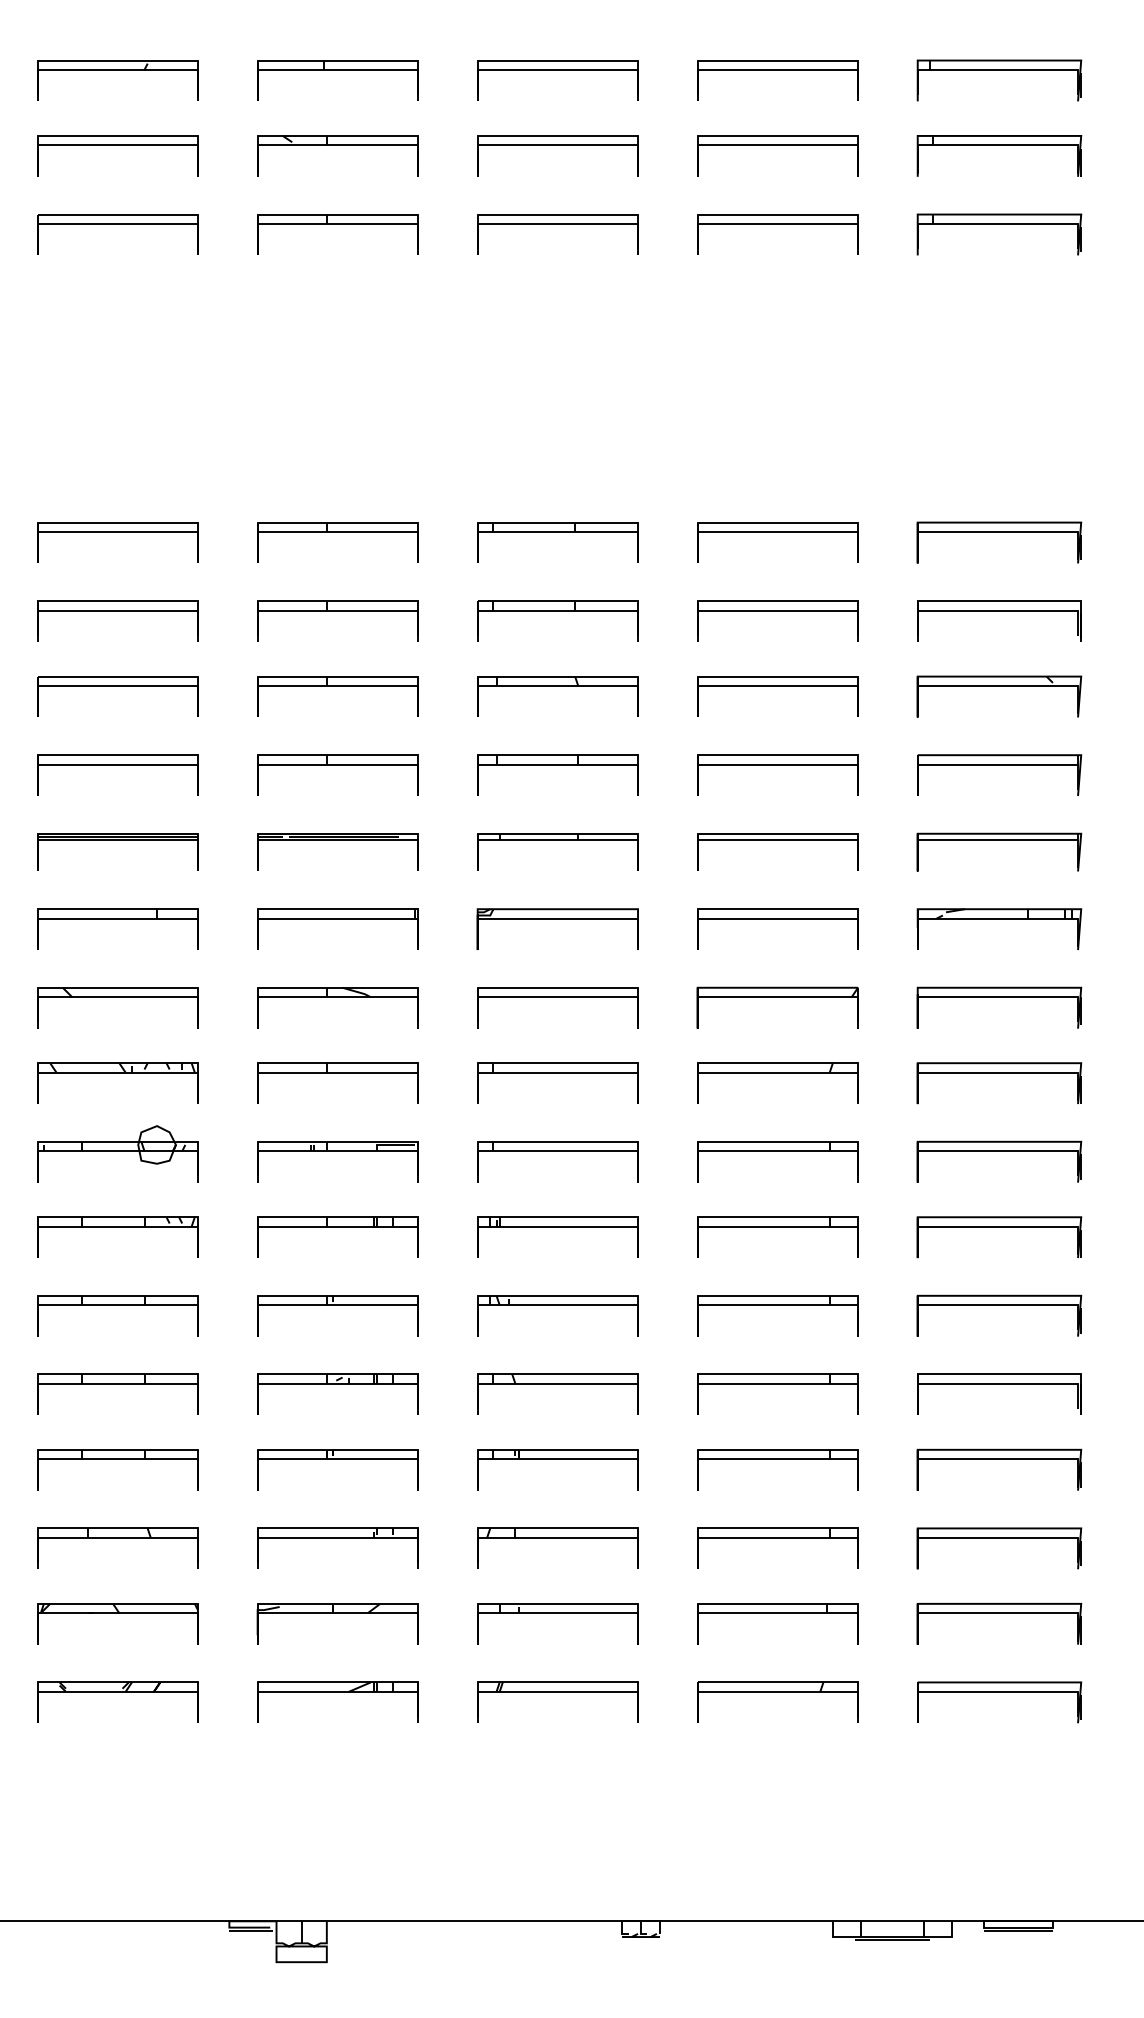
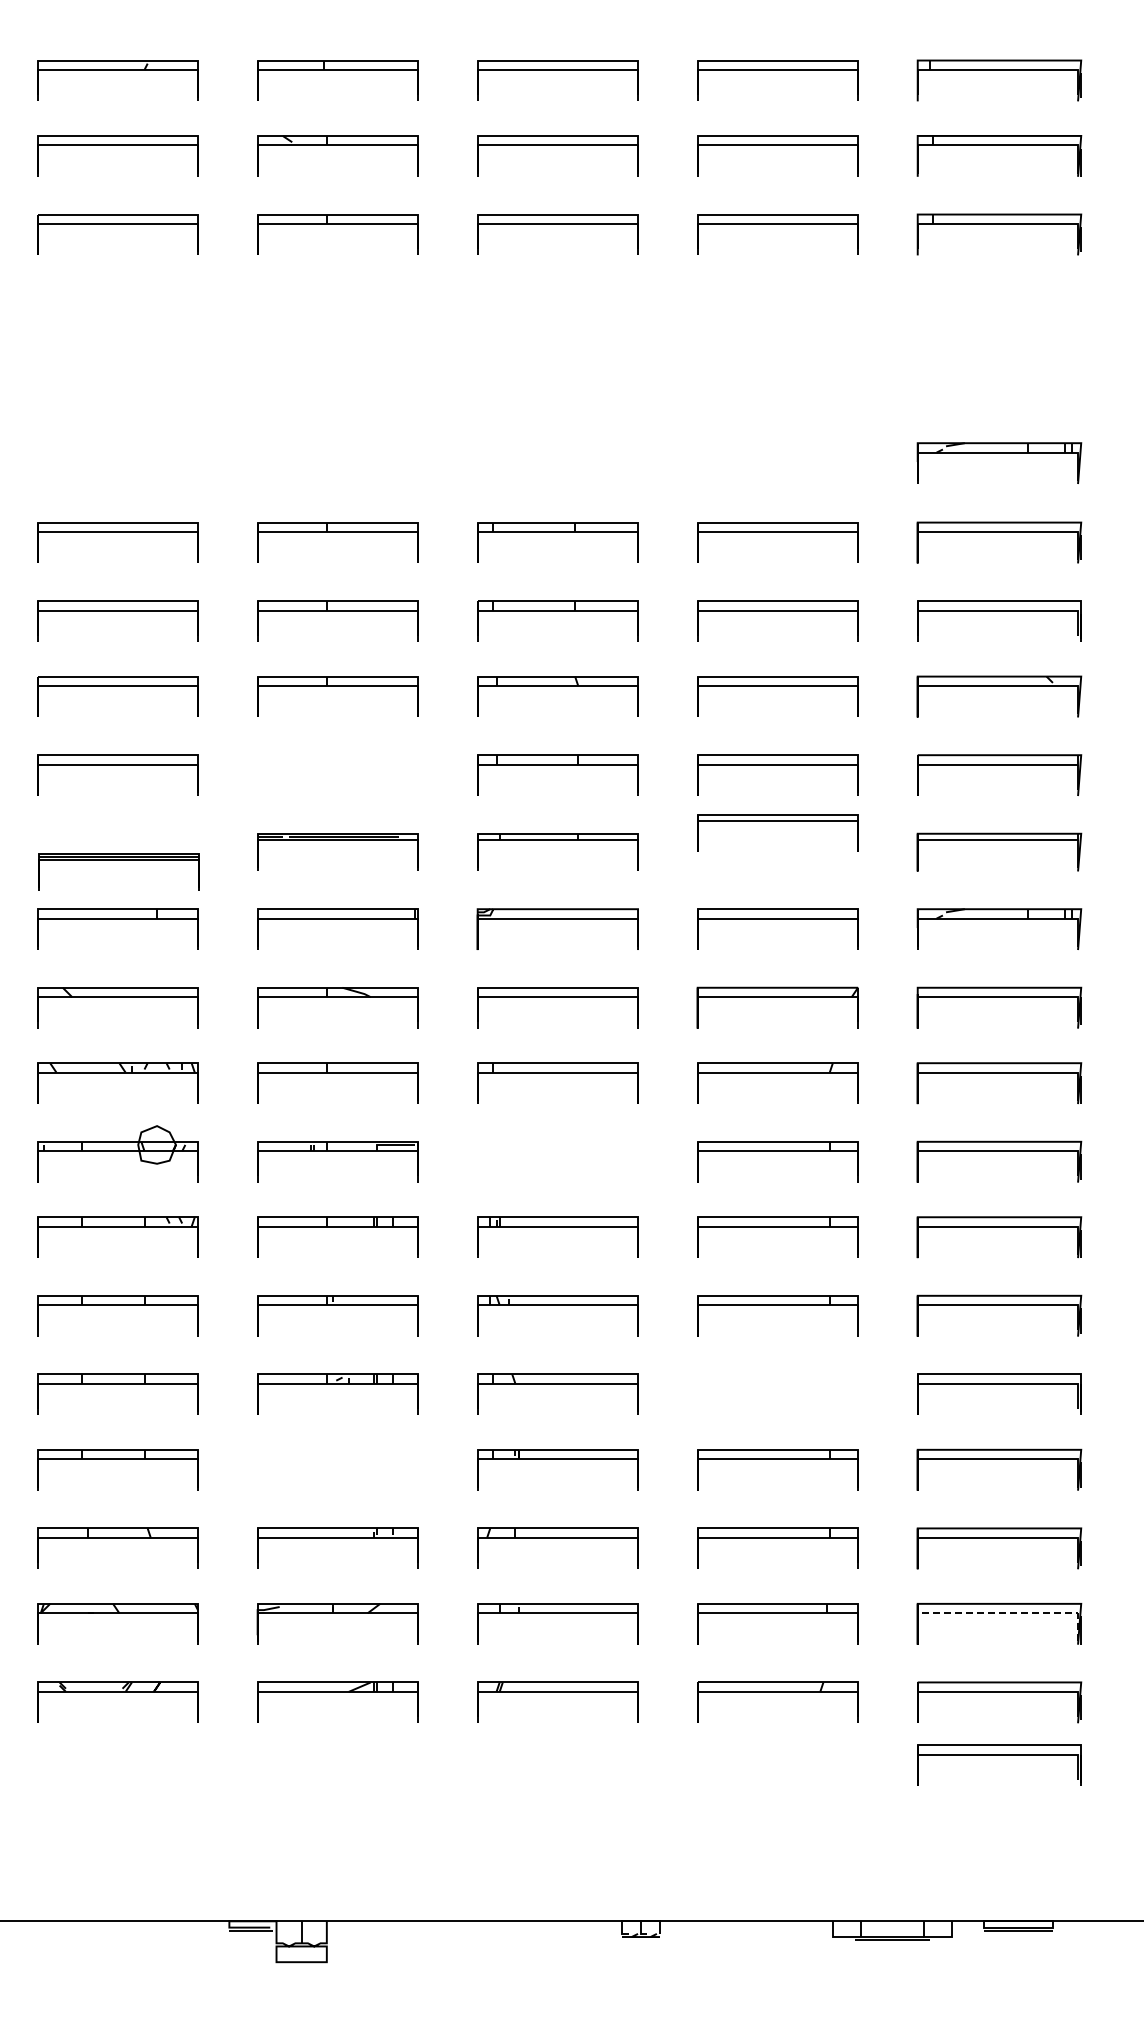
part at (999, 453): none -> present
part at (337, 765): present -> none
part at (117, 840) position: (117, 840) -> (118, 860)
part at (777, 840) position: (777, 840) -> (777, 821)
part at (557, 1151): present -> none
part at (777, 1384): present -> none
part at (337, 1459): present -> none
line at (998, 1613): solid -> dashed
part at (999, 1755): none -> present
